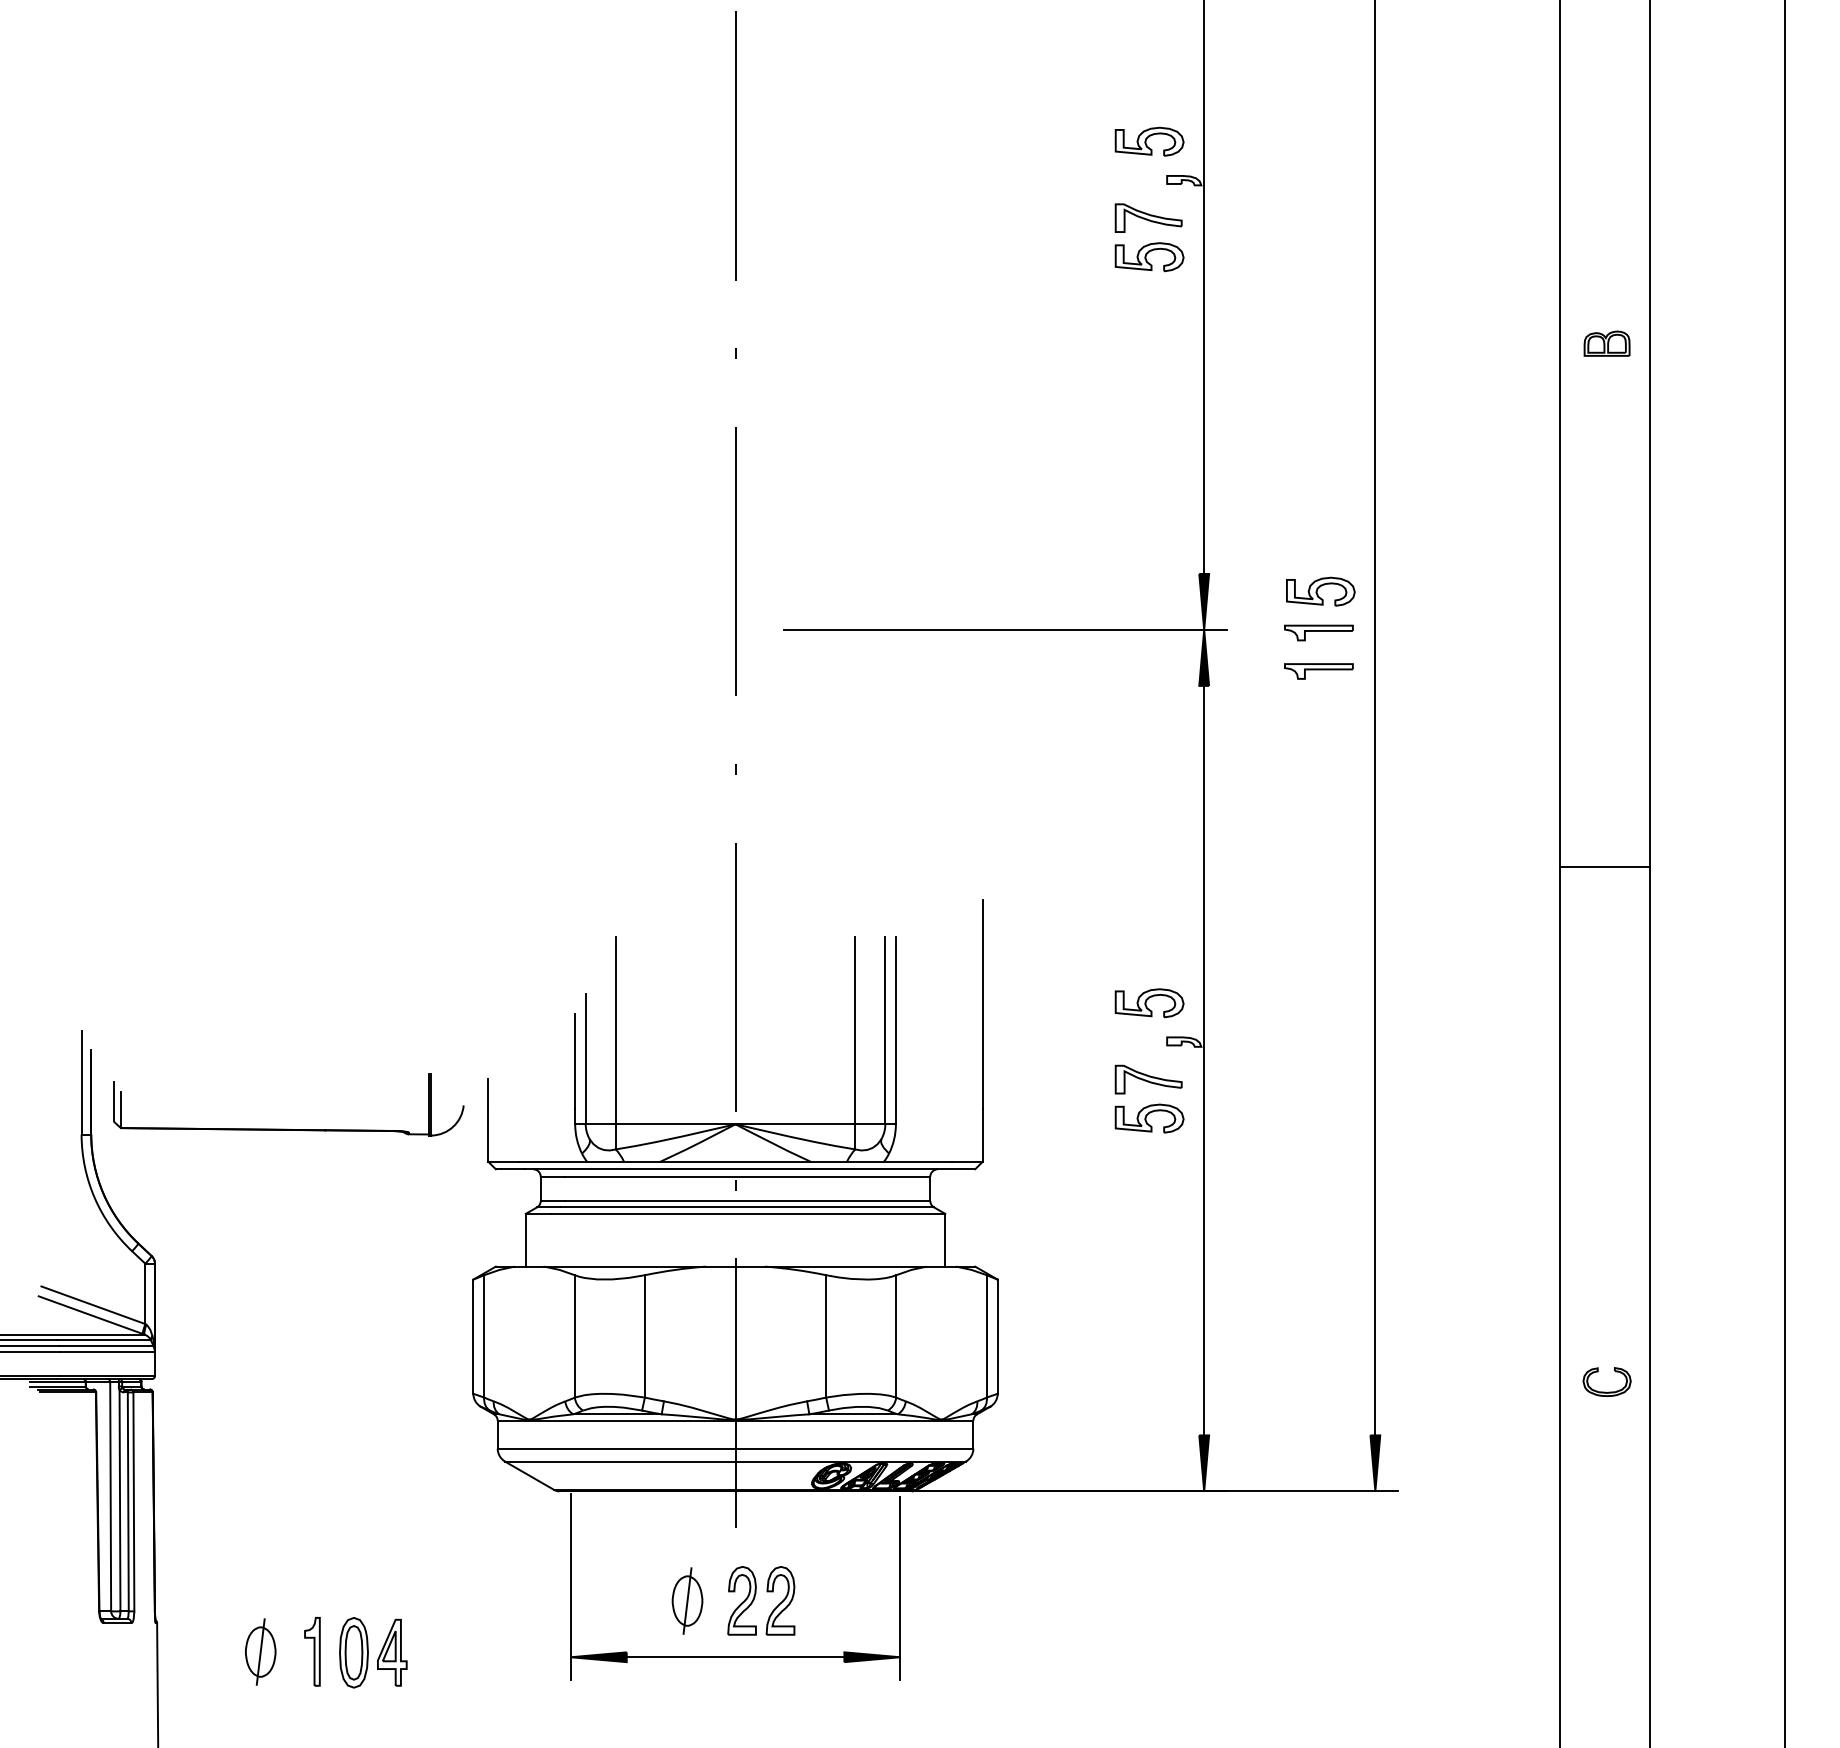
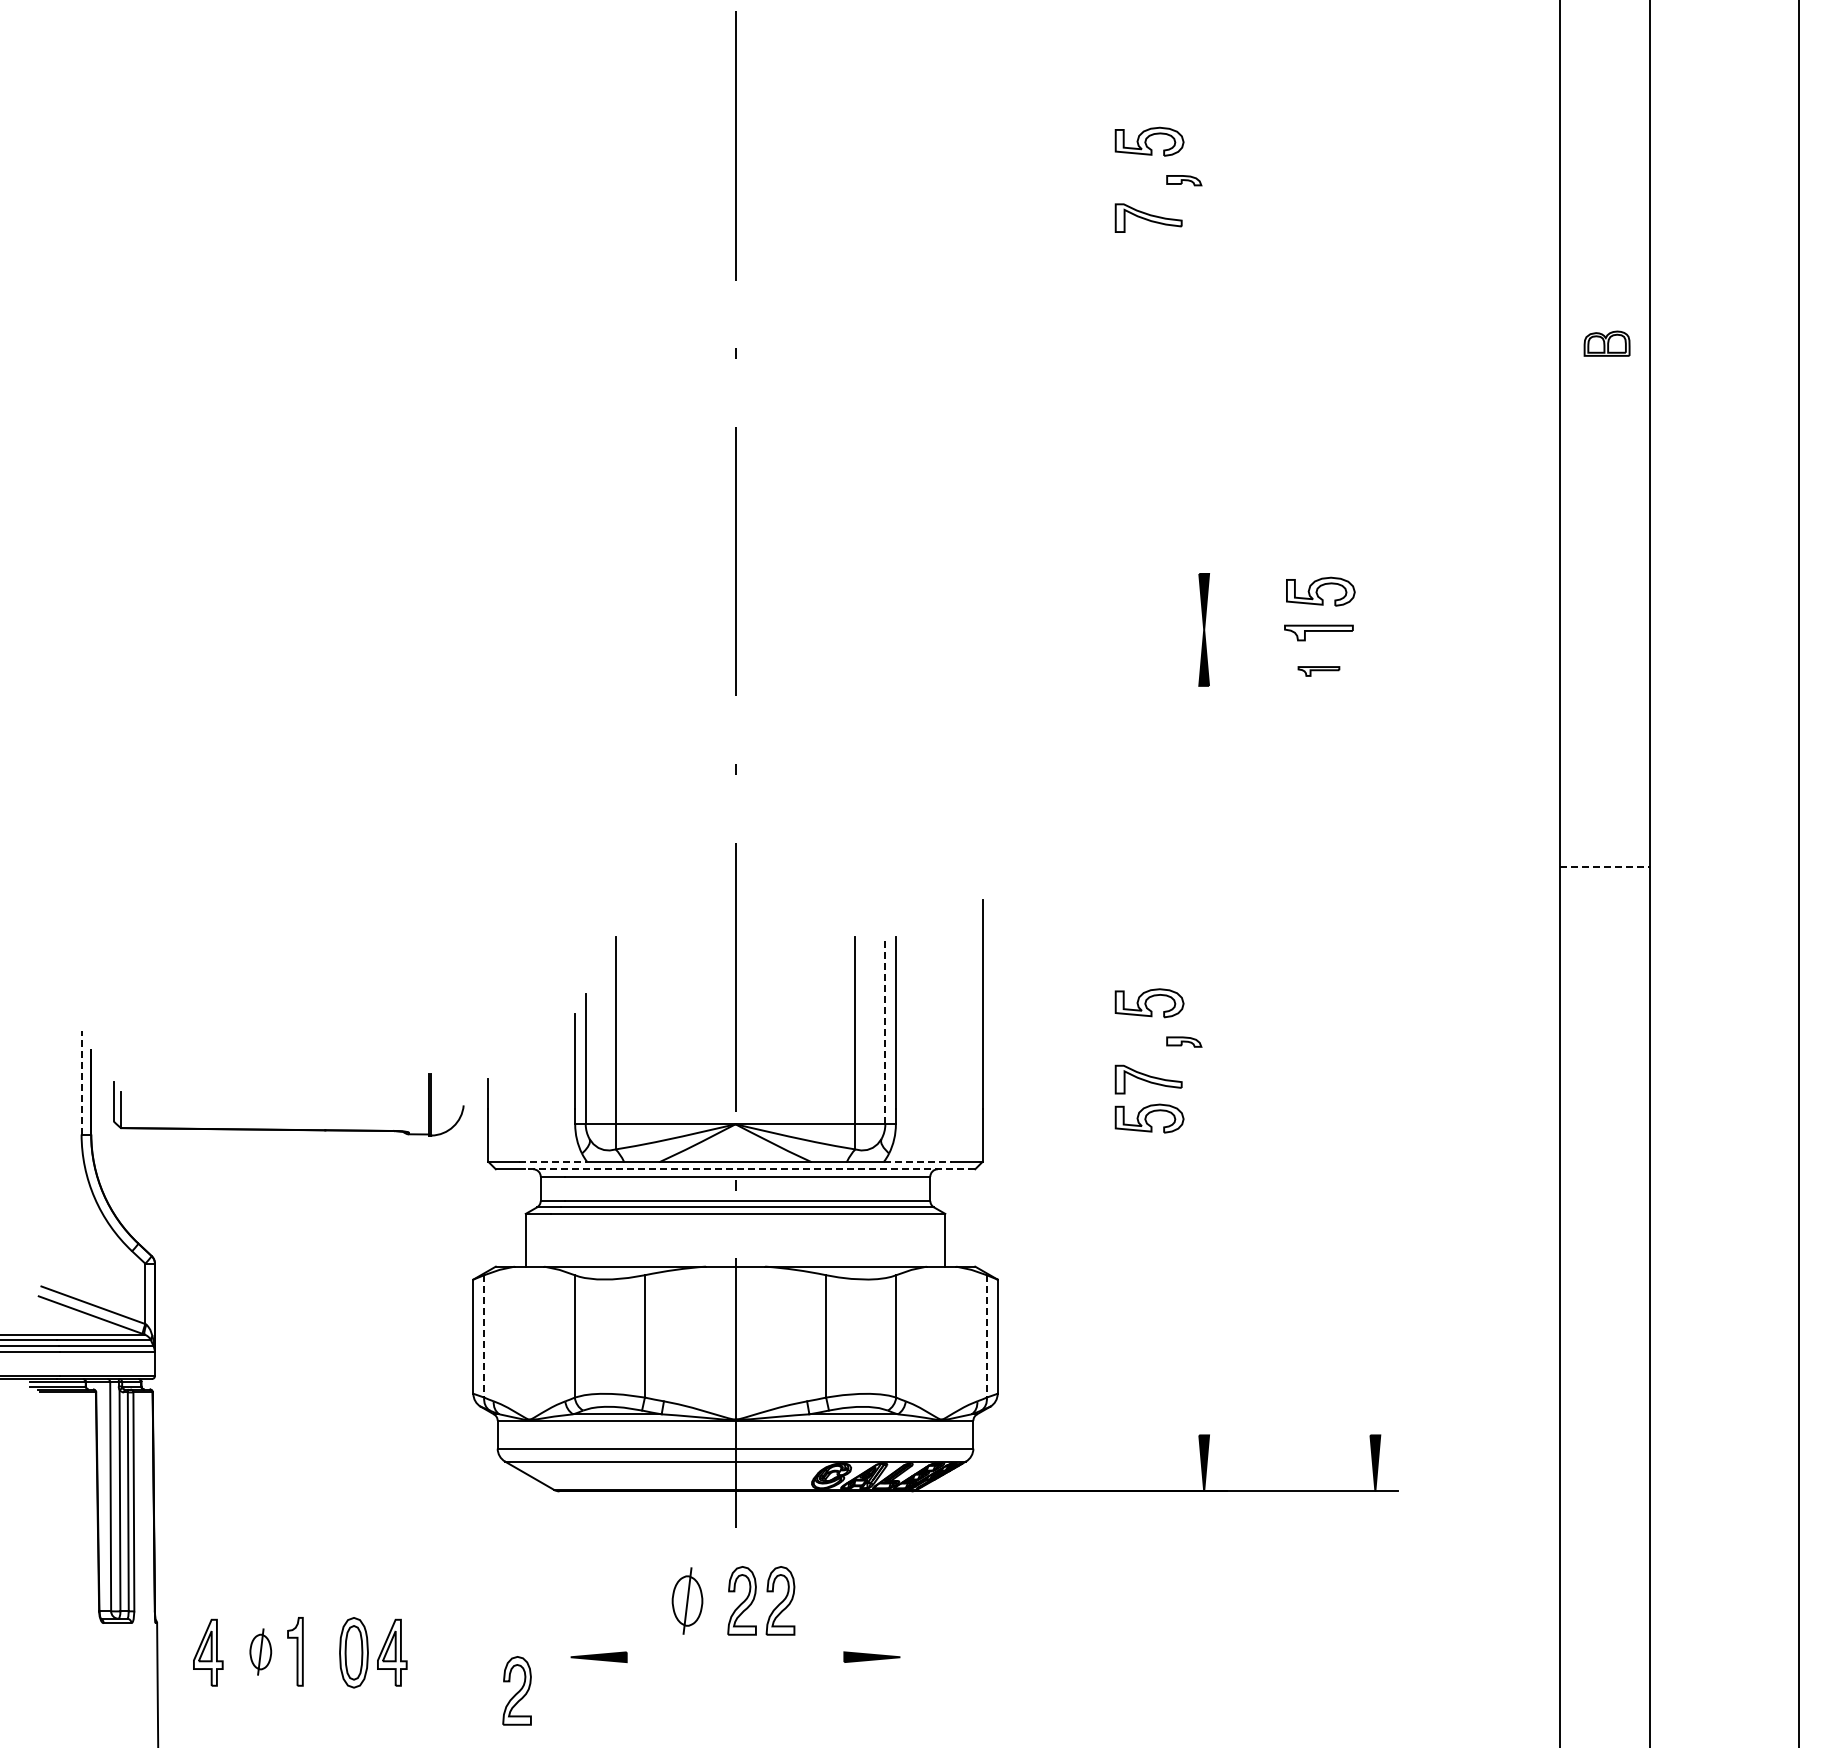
part at (1149, 257): present -> none
line at (1204, 287): present -> none
line at (1004, 629): present -> none
part at (1318, 671) size: 70x17 px -> 44x11 px
line at (1375, 718): present -> none
line at (1605, 866): solid -> dashed
line at (1784, 873) position: (1784, 873) -> (1798, 873)
line at (885, 1030): solid -> dashed
line at (1204, 1060): present -> none
line at (81, 1082): solid -> dashed
line at (553, 1161): solid -> dashed
line at (918, 1161): solid -> dashed
line at (749, 1169): solid -> dashed
line at (484, 1336): solid -> dashed
line at (986, 1336): solid -> dashed
part at (1605, 1391): present -> none
line at (570, 1586): present -> none
line at (900, 1588): present -> none
part at (260, 1651) size: 32x68 px -> 24x48 px
part at (312, 1651) position: (312, 1651) -> (295, 1651)
part at (208, 1652): none -> present
line at (735, 1657): present -> none
part at (516, 1690): none -> present
